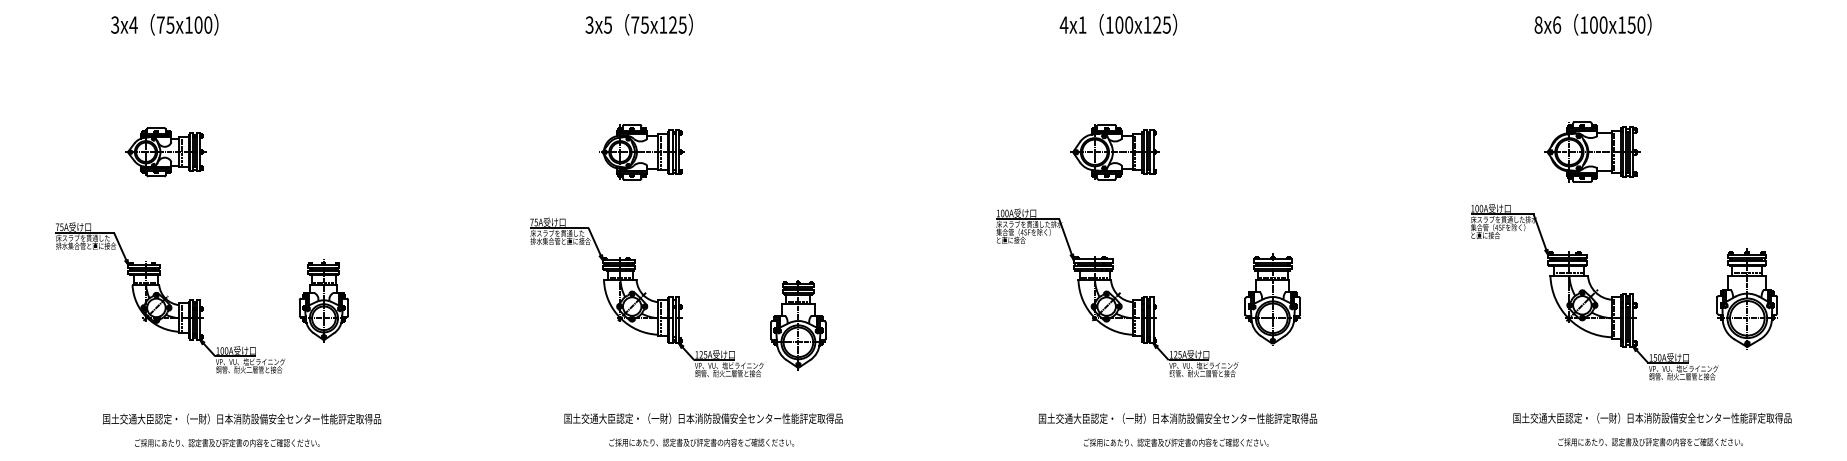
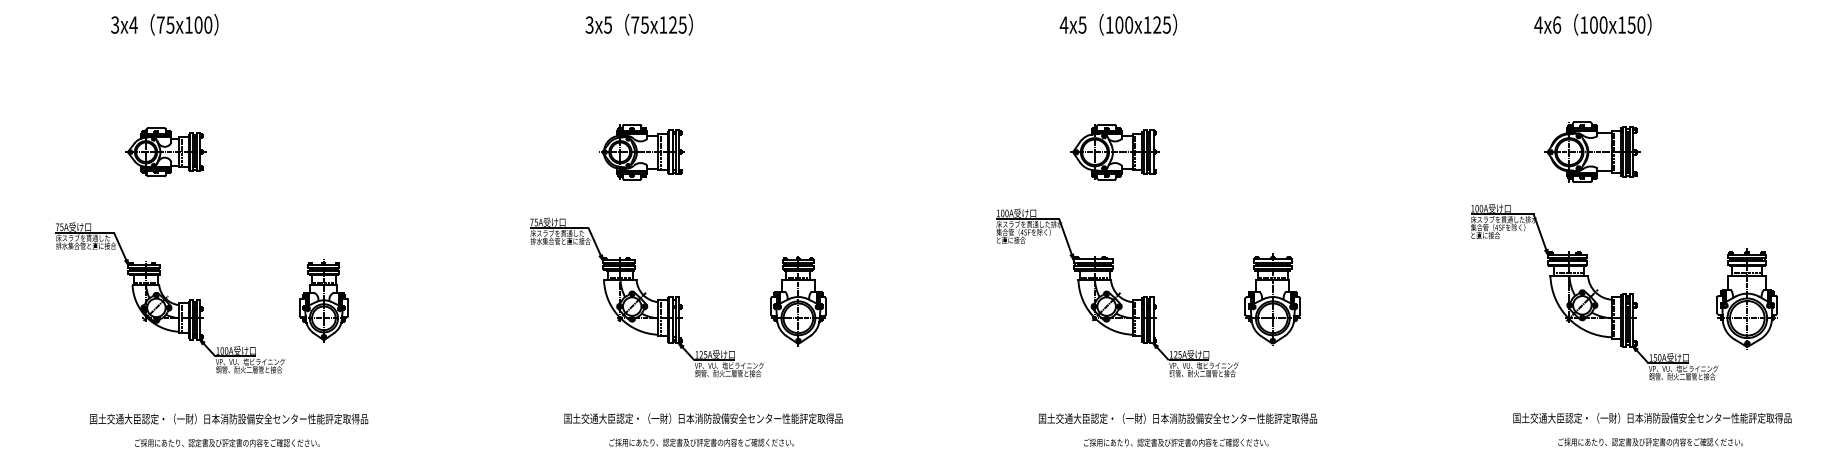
text at (1082, 24): 4x1 -> 4x5
text at (1538, 24): 8x6 -> 4x6
part at (798, 325) position: (798, 325) -> (798, 301)
text at (242, 418) position: (242, 418) -> (229, 418)
